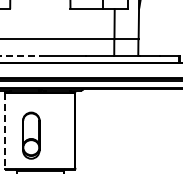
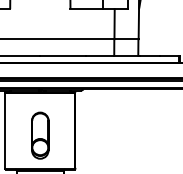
line at (20, 55): dashed -> solid
line at (5, 130): dashed -> solid
part at (31, 135) position: (31, 135) -> (40, 135)
